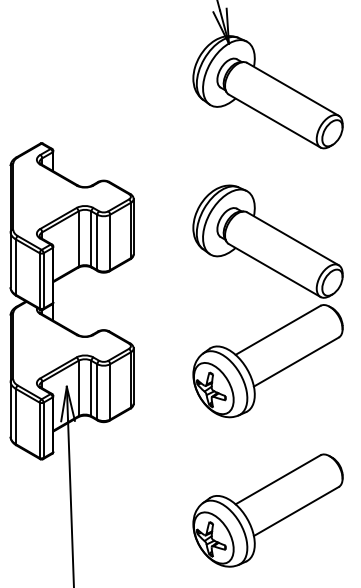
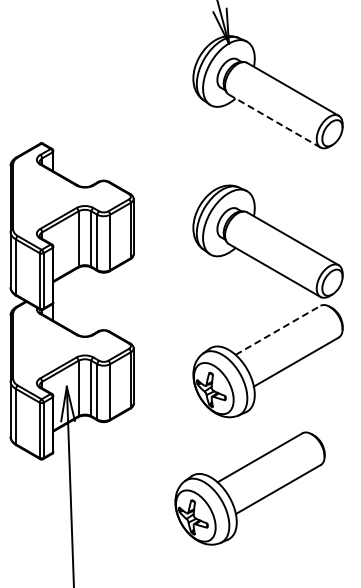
line at (274, 121): solid -> dashed
line at (278, 330): solid -> dashed
part at (267, 510) position: (267, 510) -> (249, 488)
